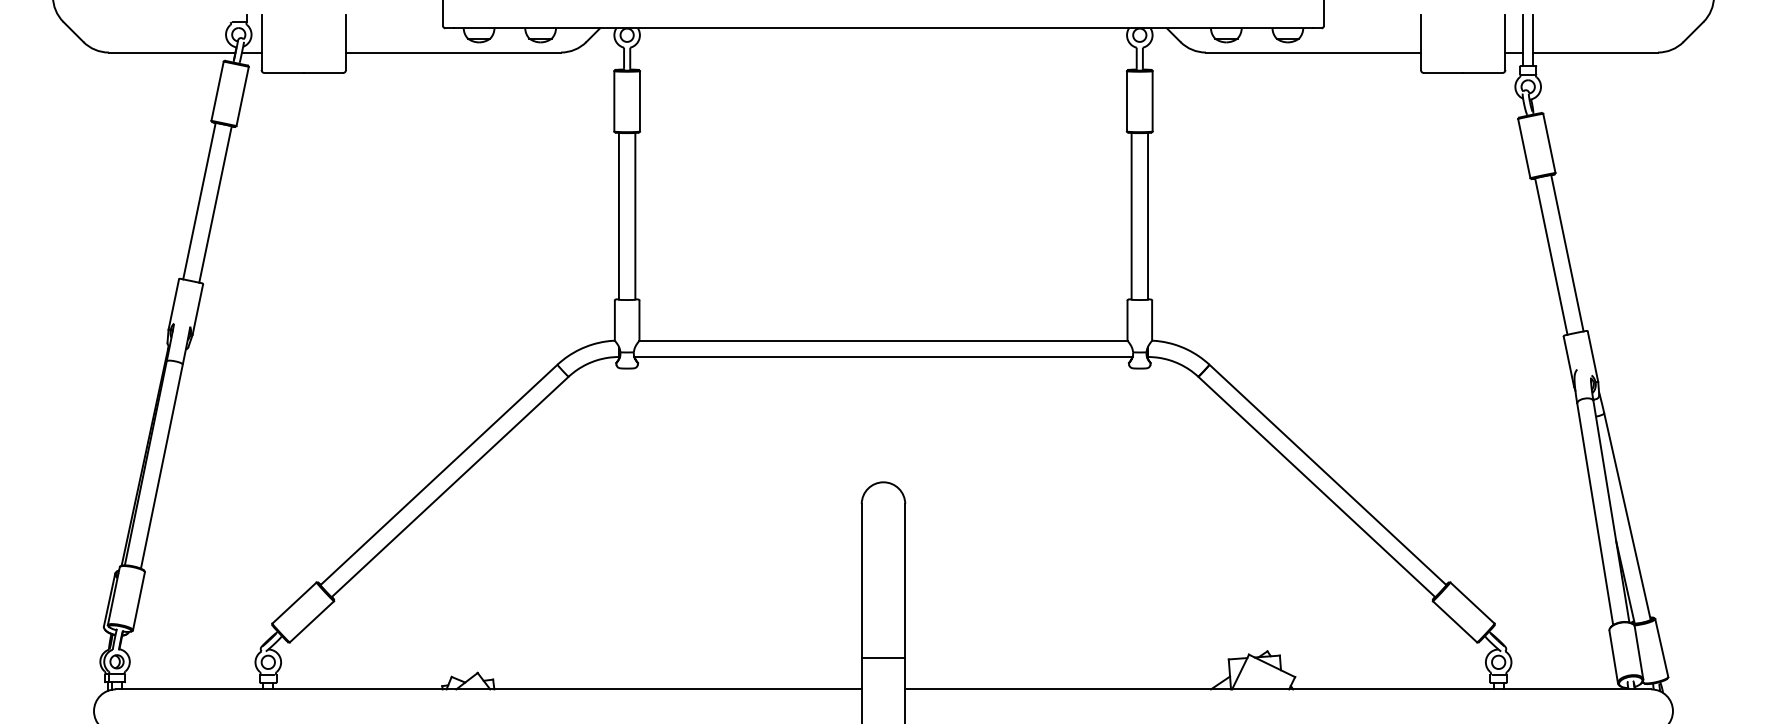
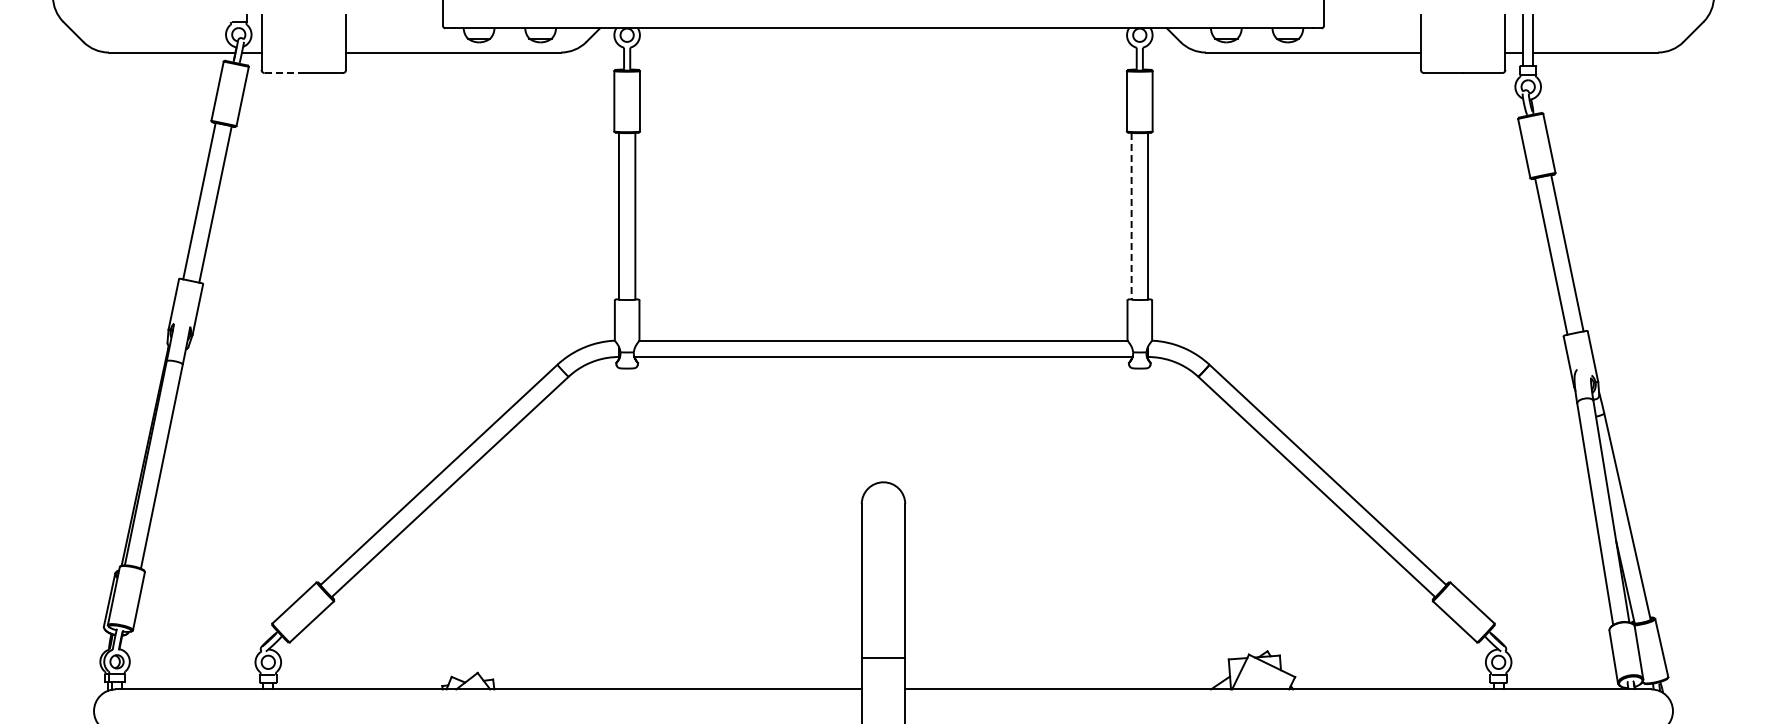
line at (284, 73): solid -> dashed
line at (1131, 216): solid -> dashed
